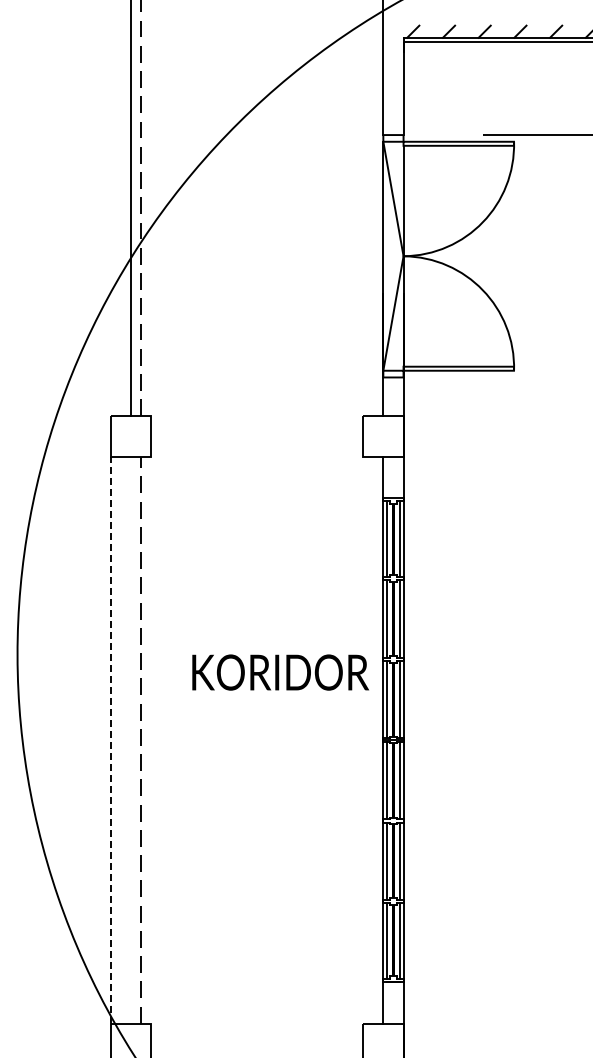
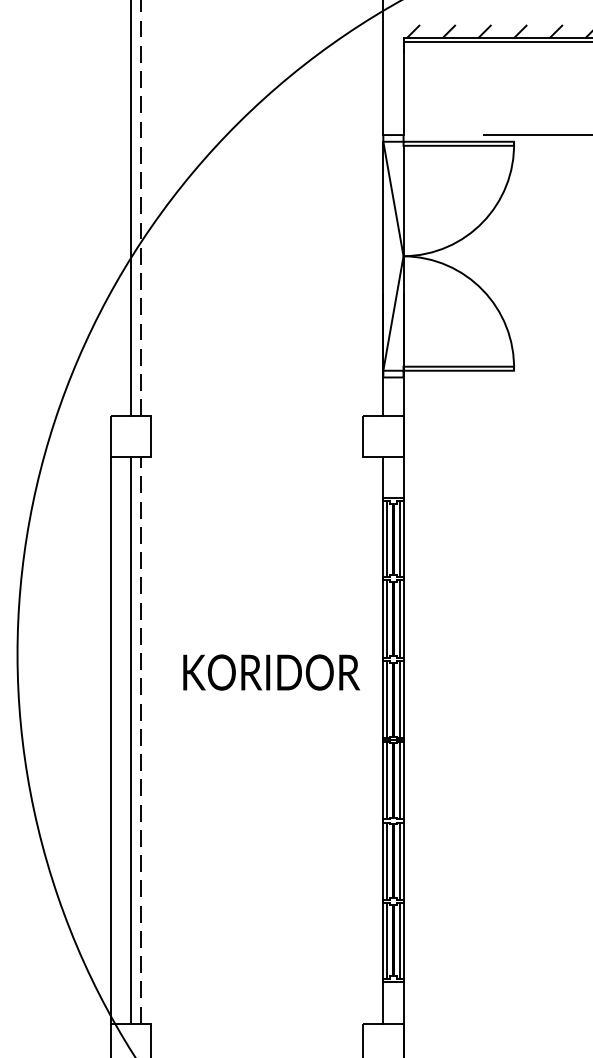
text at (280, 672) position: (280, 672) -> (271, 672)
line at (130, 739): none -> present
line at (110, 740): dashed -> solid
